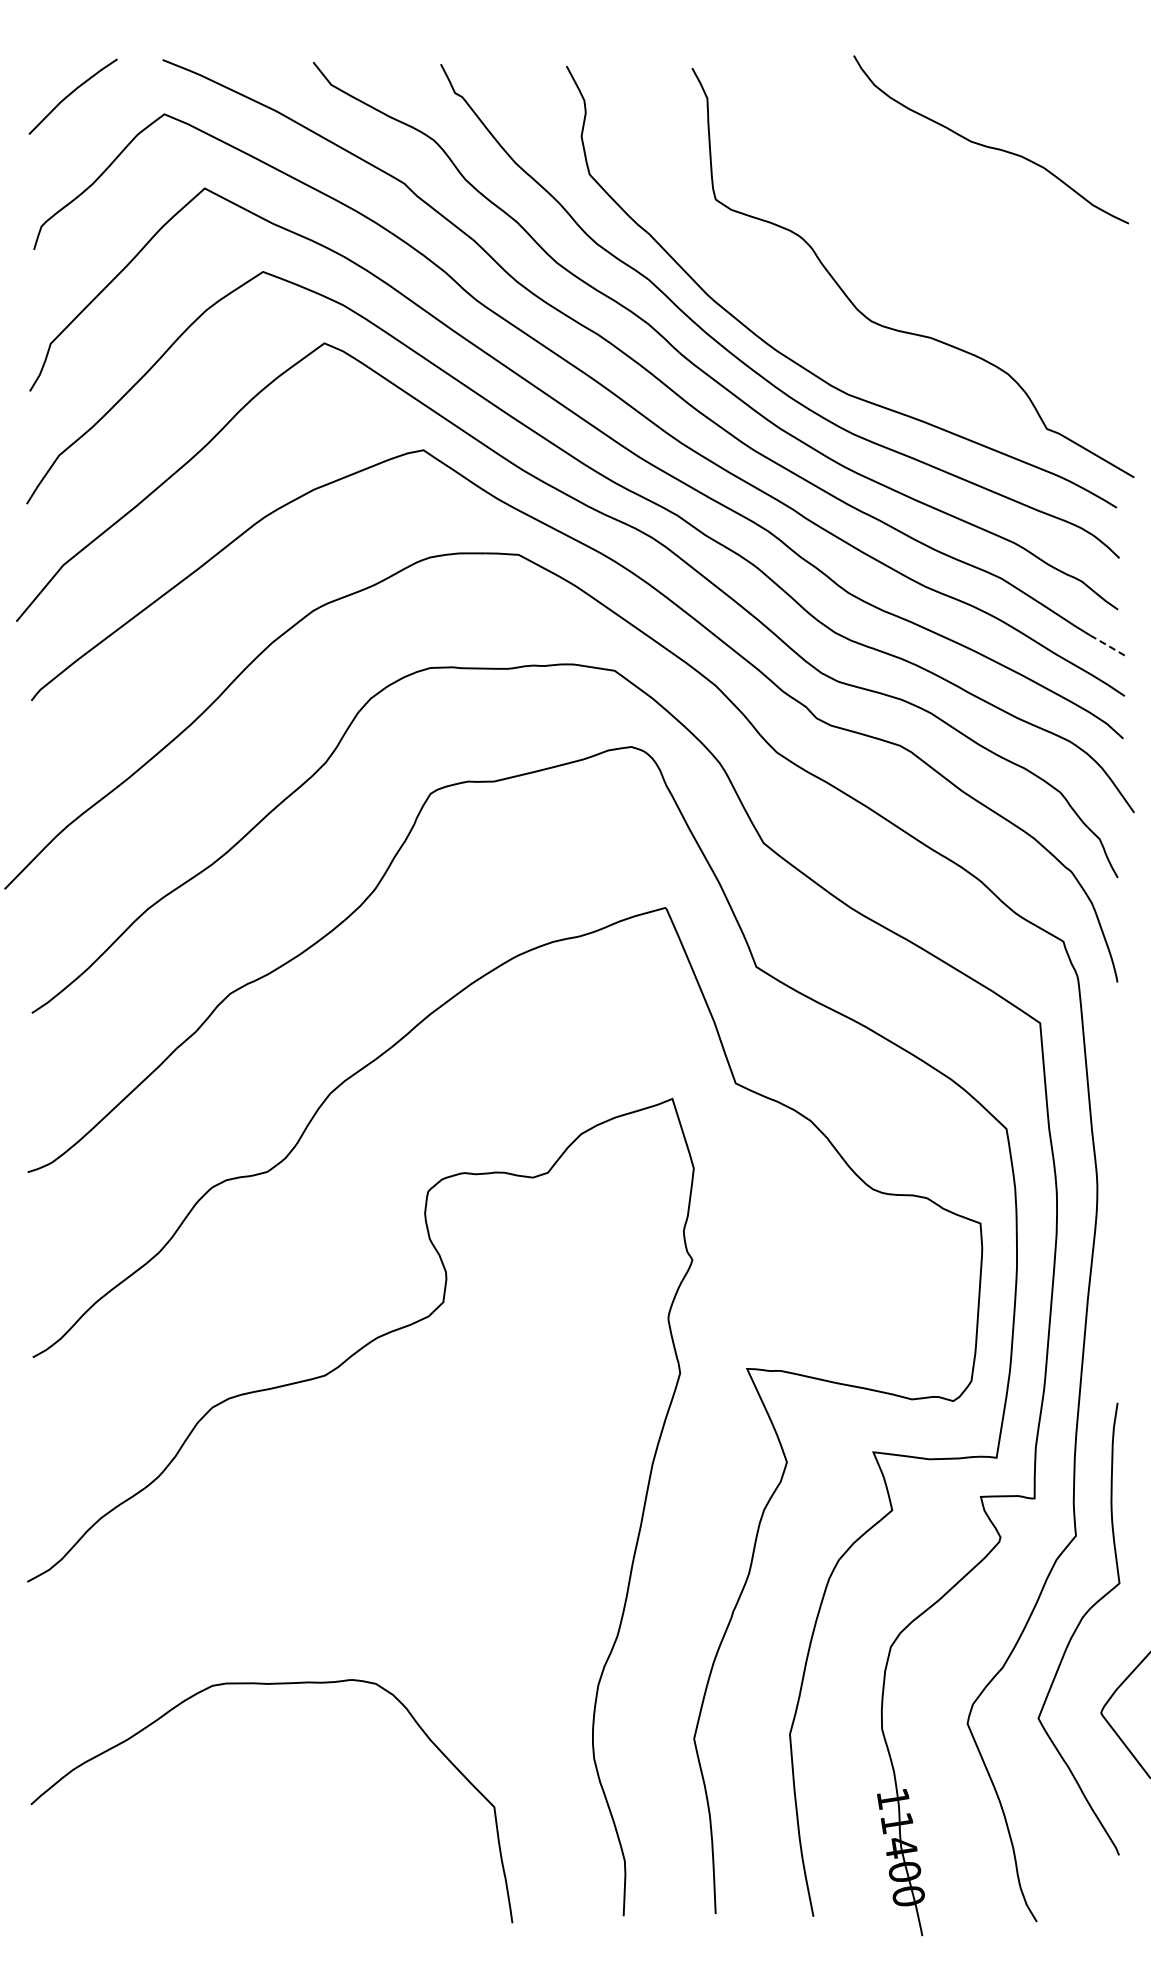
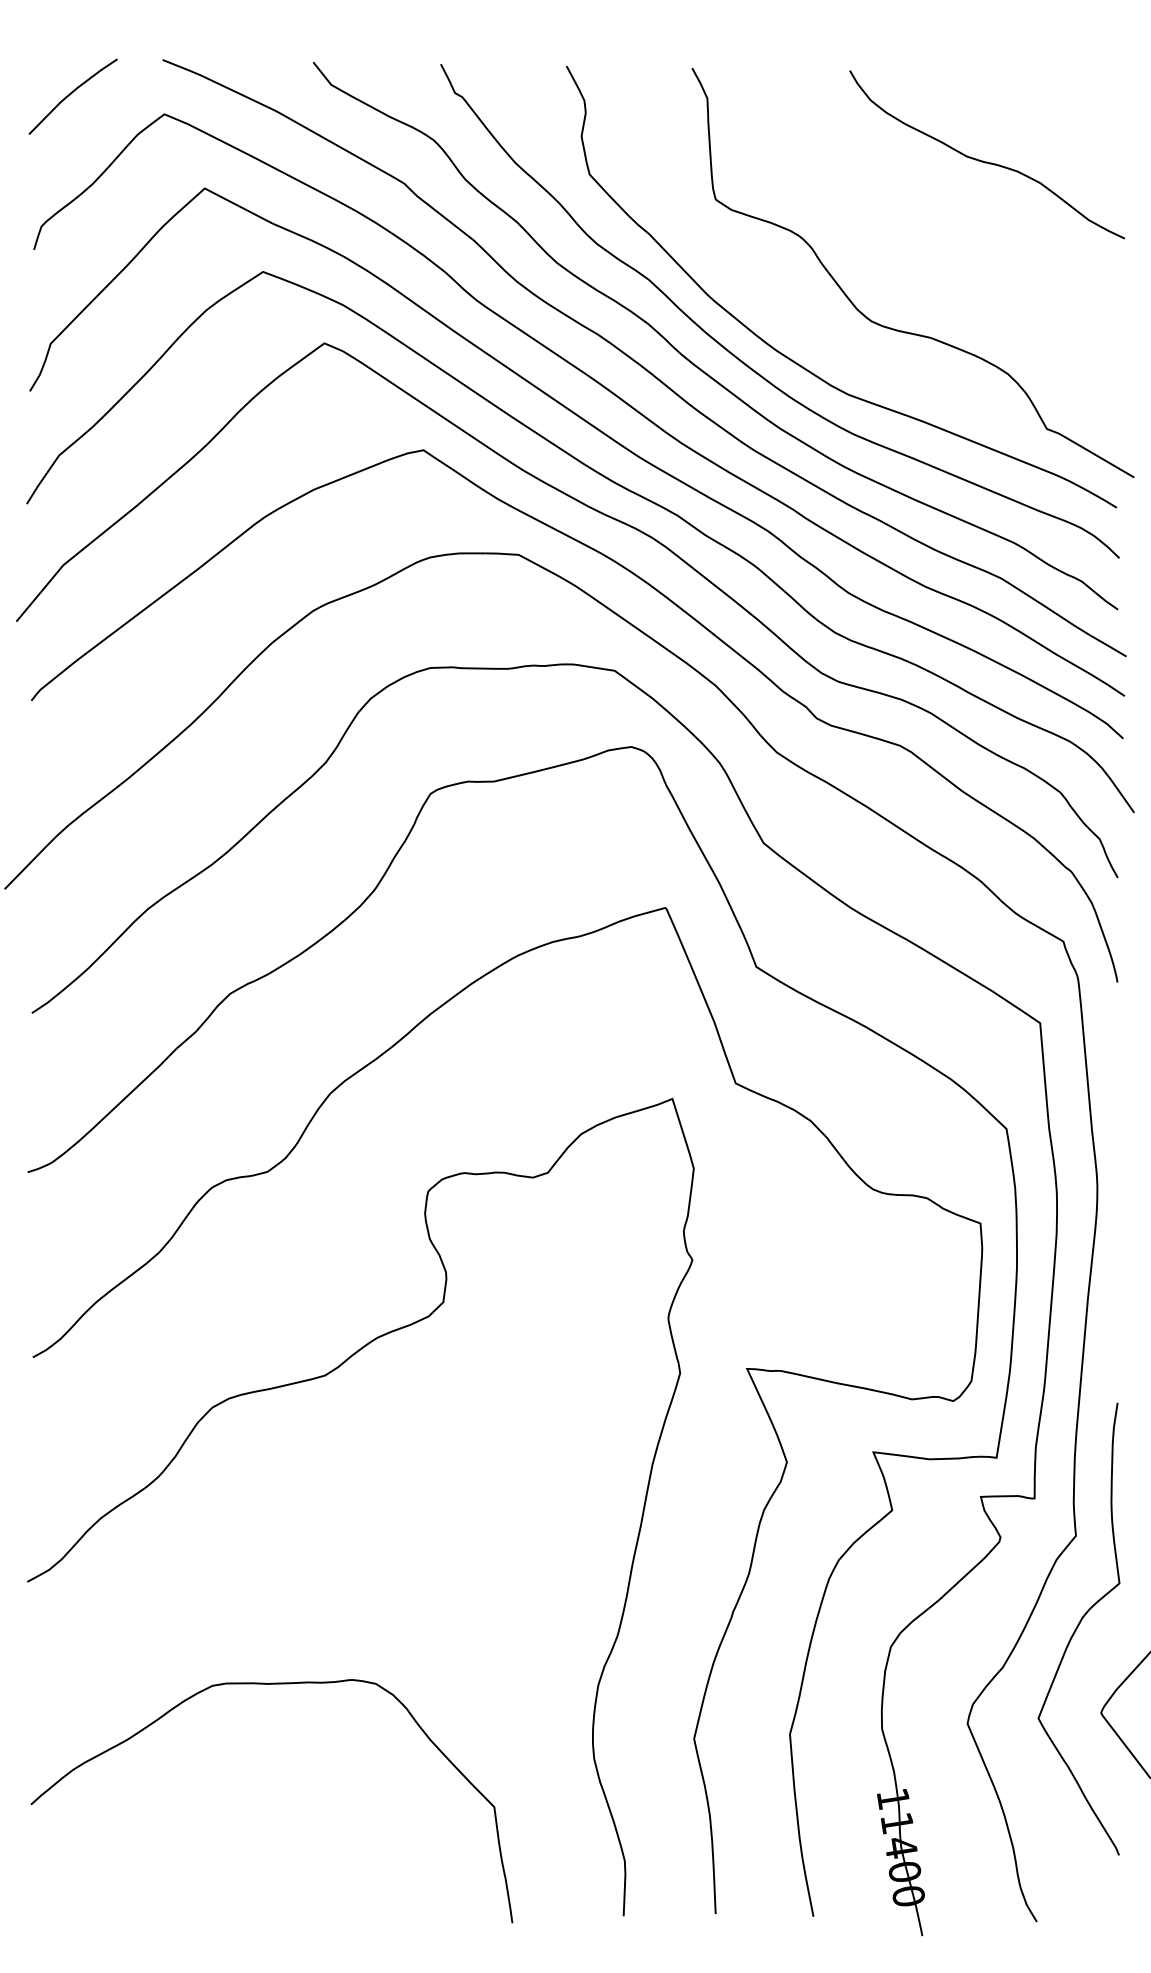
curve at (990, 146) position: (990, 146) -> (986, 161)
line at (1109, 646): dashed -> solid
